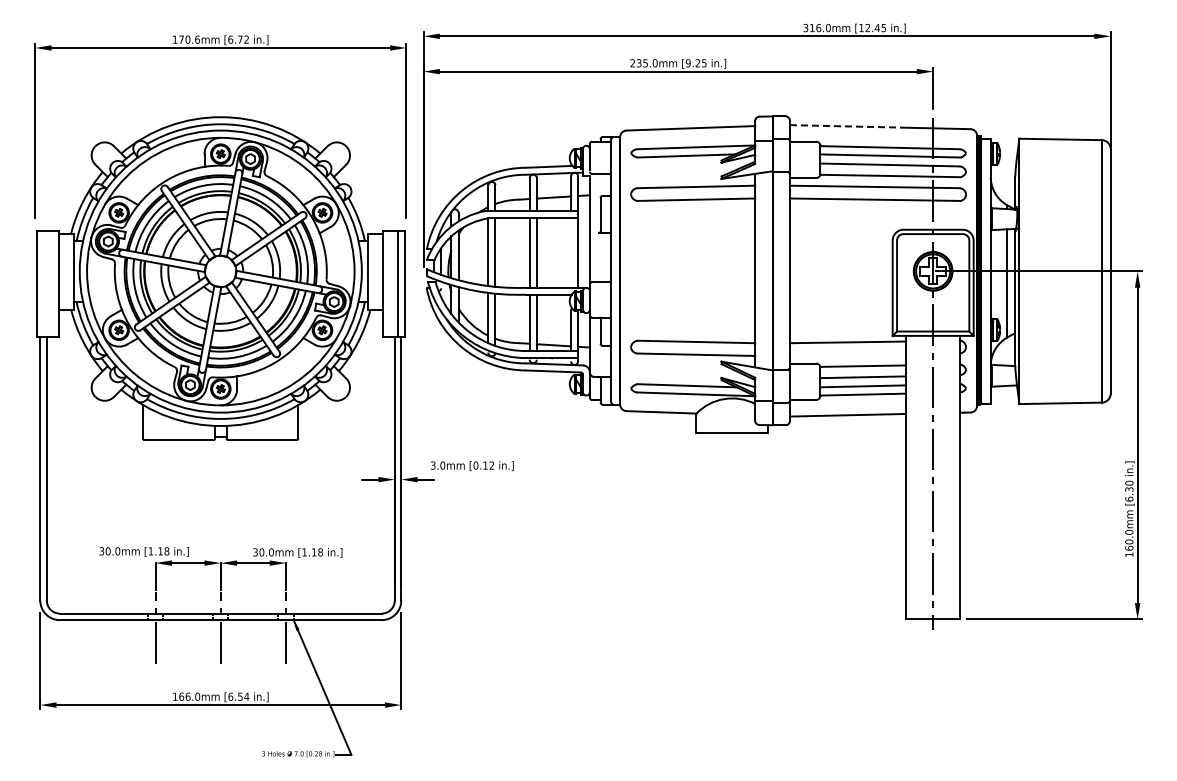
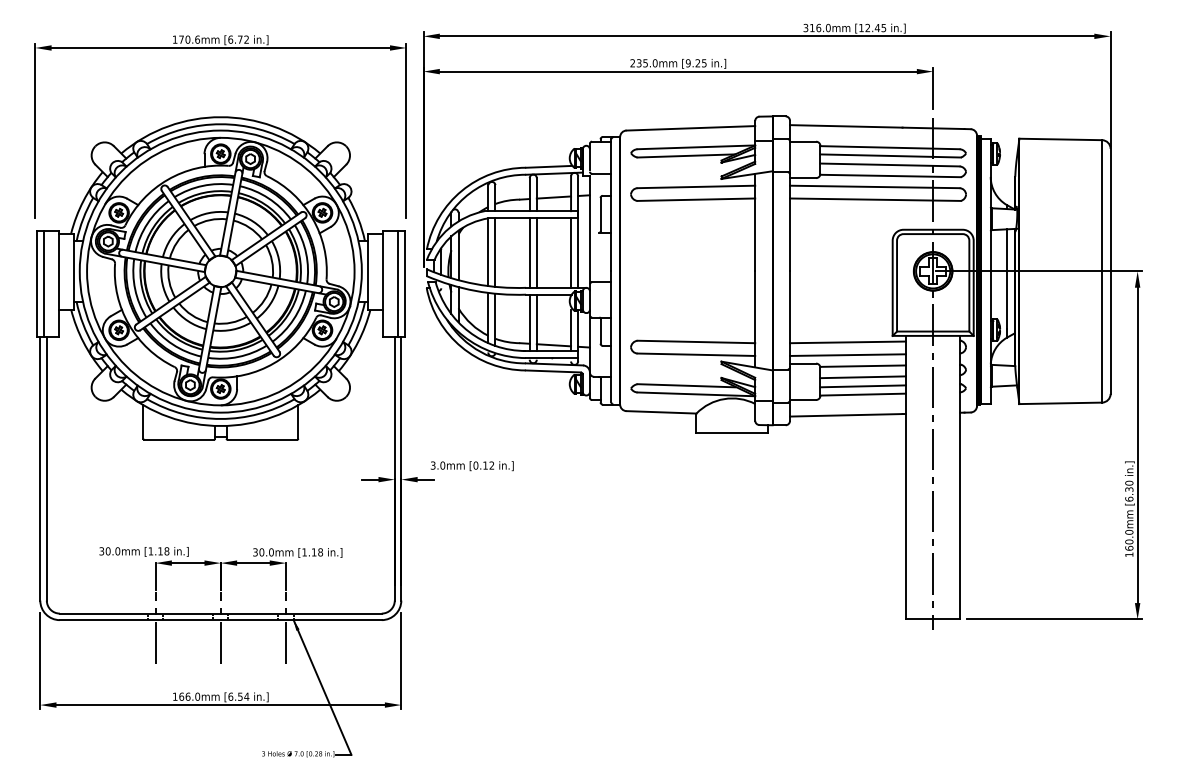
line at (846, 126): dashed -> solid
line at (571, 252): none -> present
line at (43, 283): none -> present
line at (847, 354): none -> present
